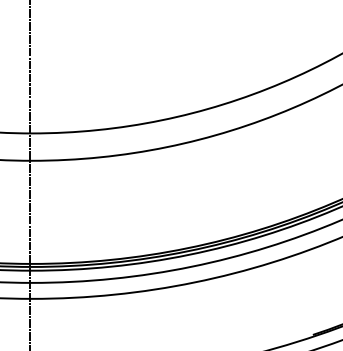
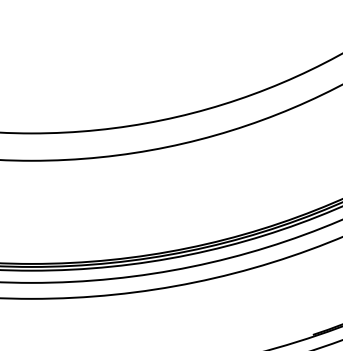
line at (30, 174): present -> none
